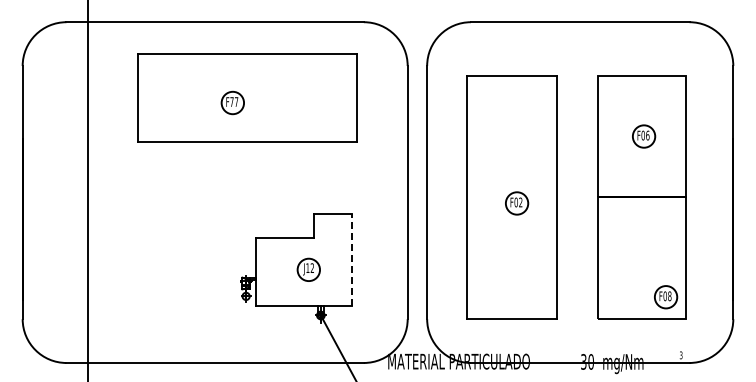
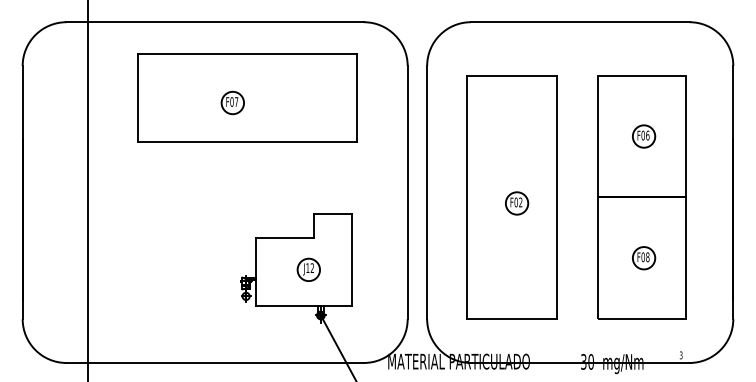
text at (231, 101): F77 -> F07
line at (352, 259): dashed -> solid
part at (666, 297) position: (666, 297) -> (644, 258)
